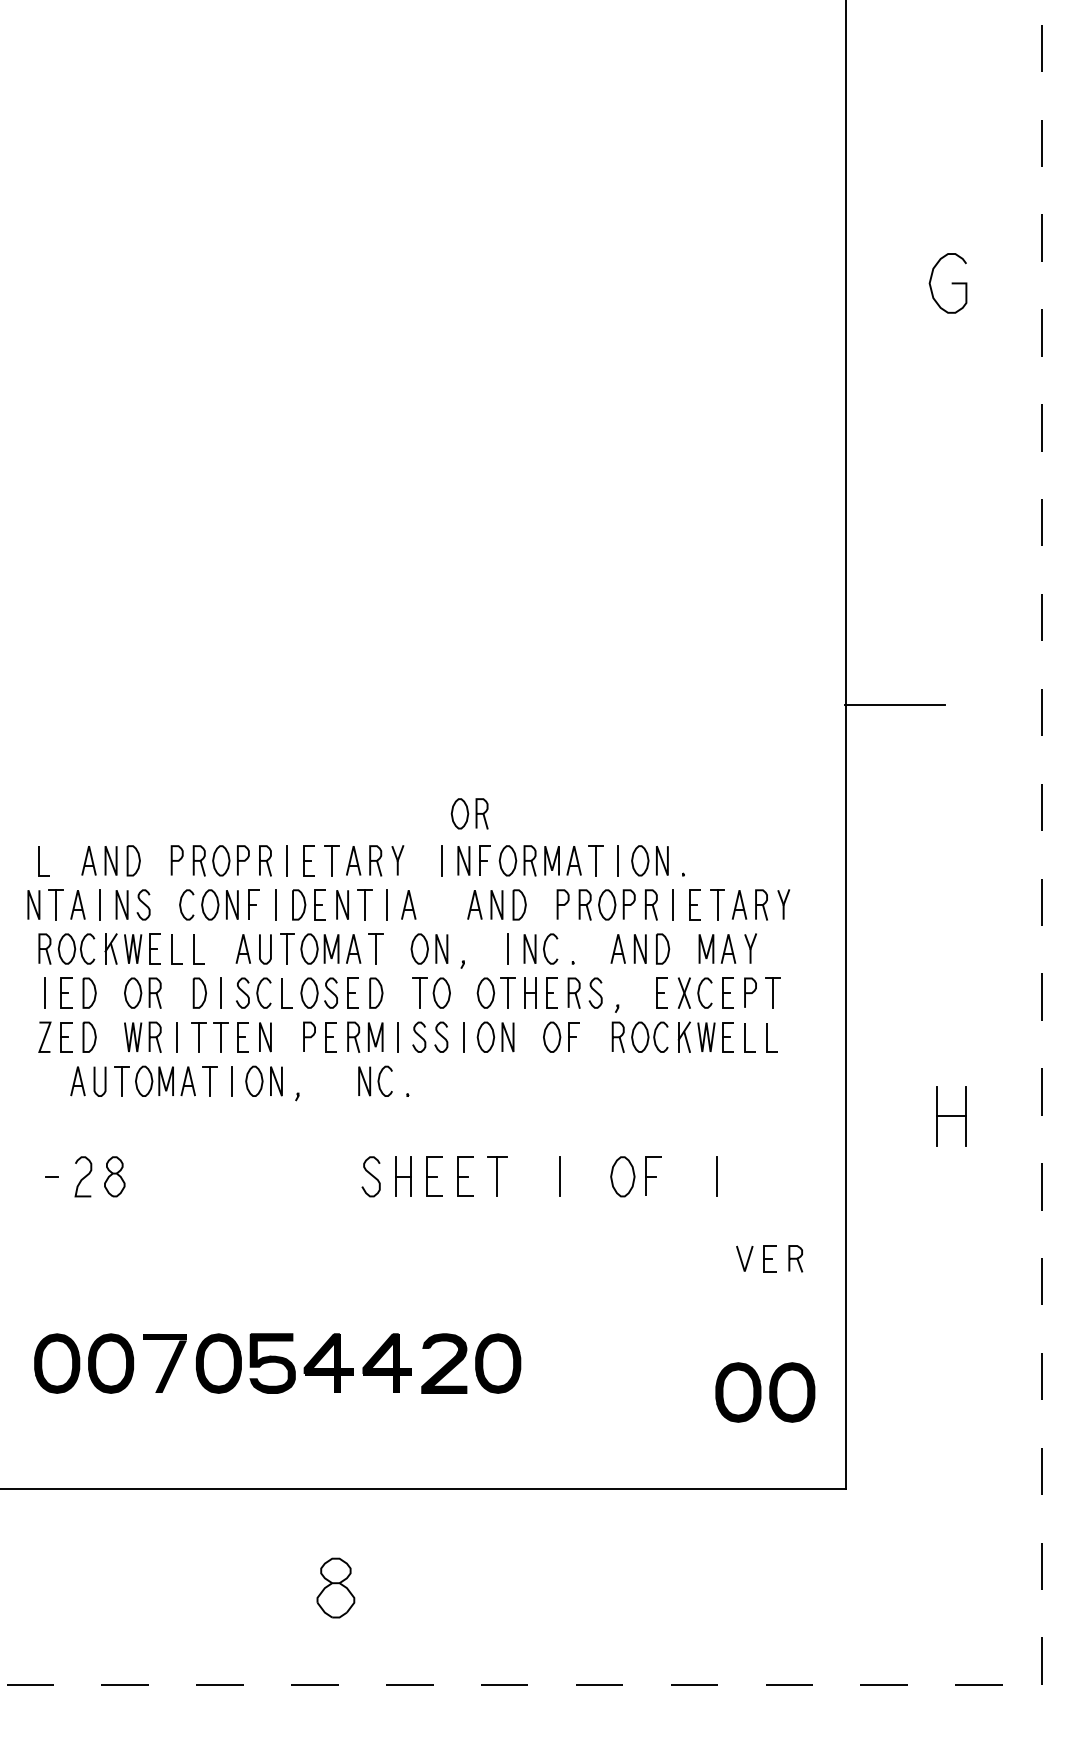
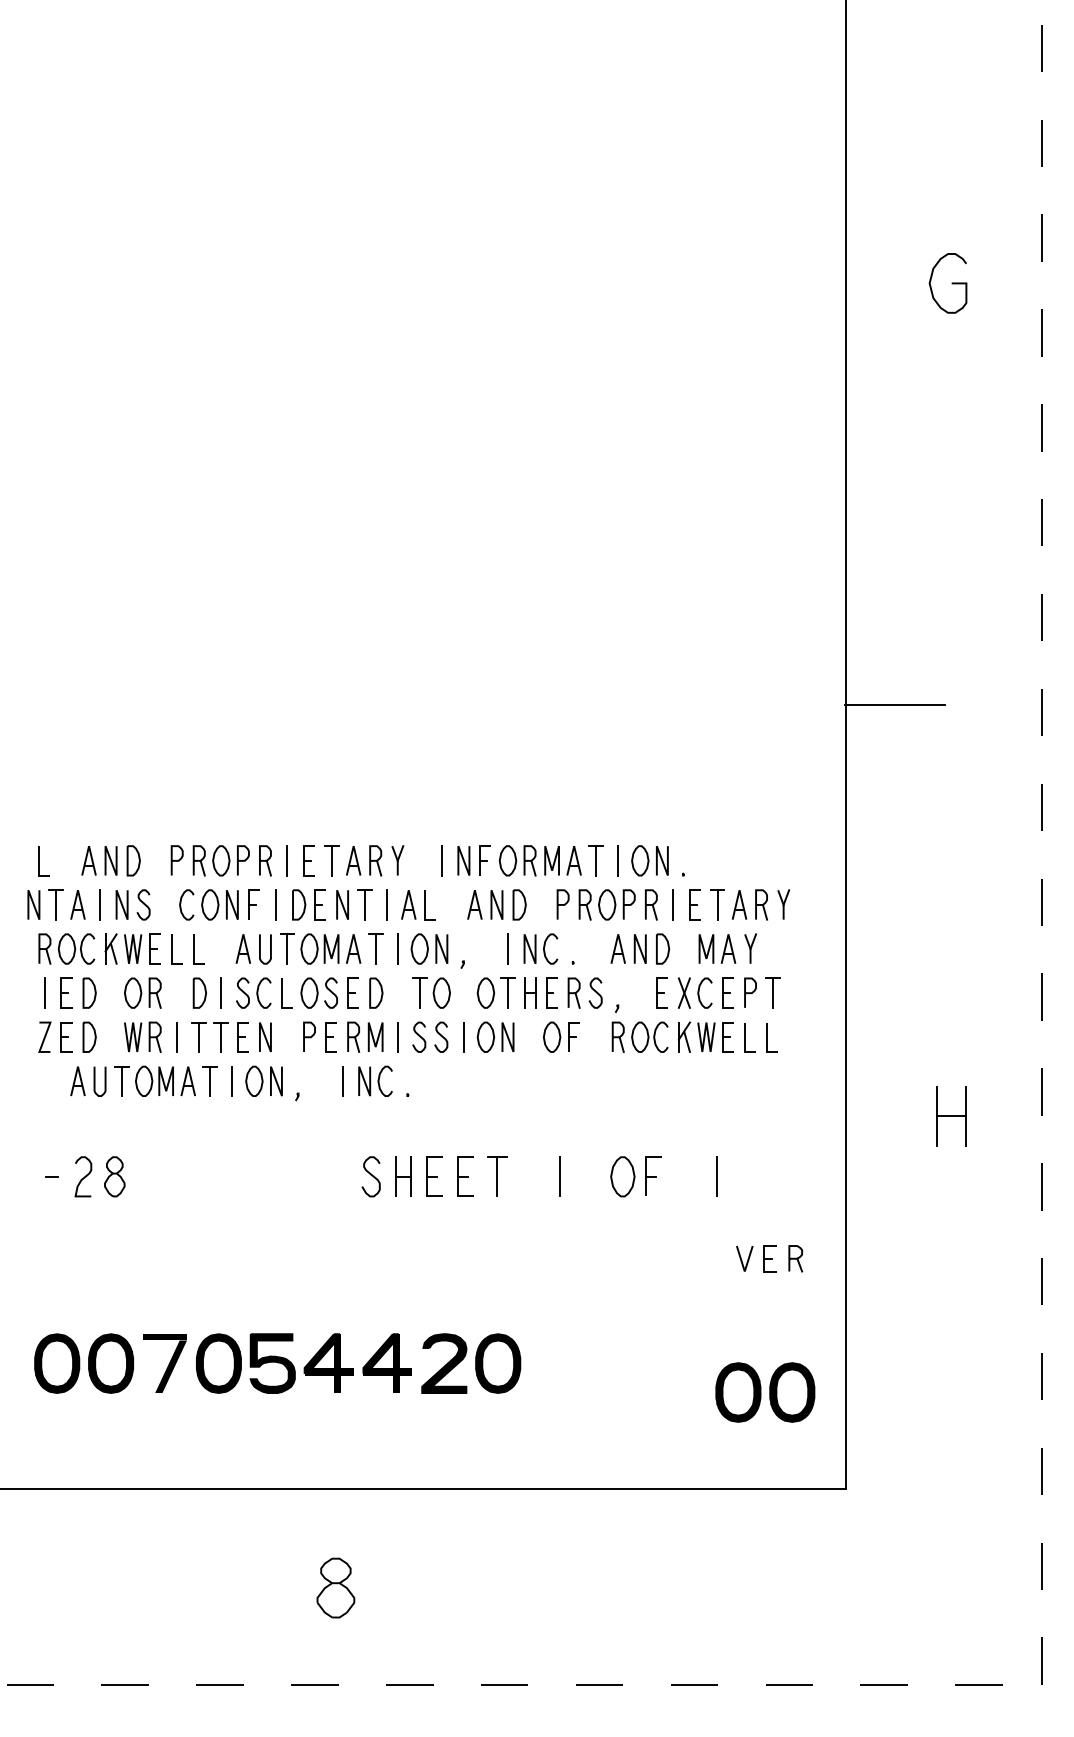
part at (469, 813): present -> none
line at (425, 905): none -> present
line at (397, 948): none -> present
line at (342, 1081): none -> present
